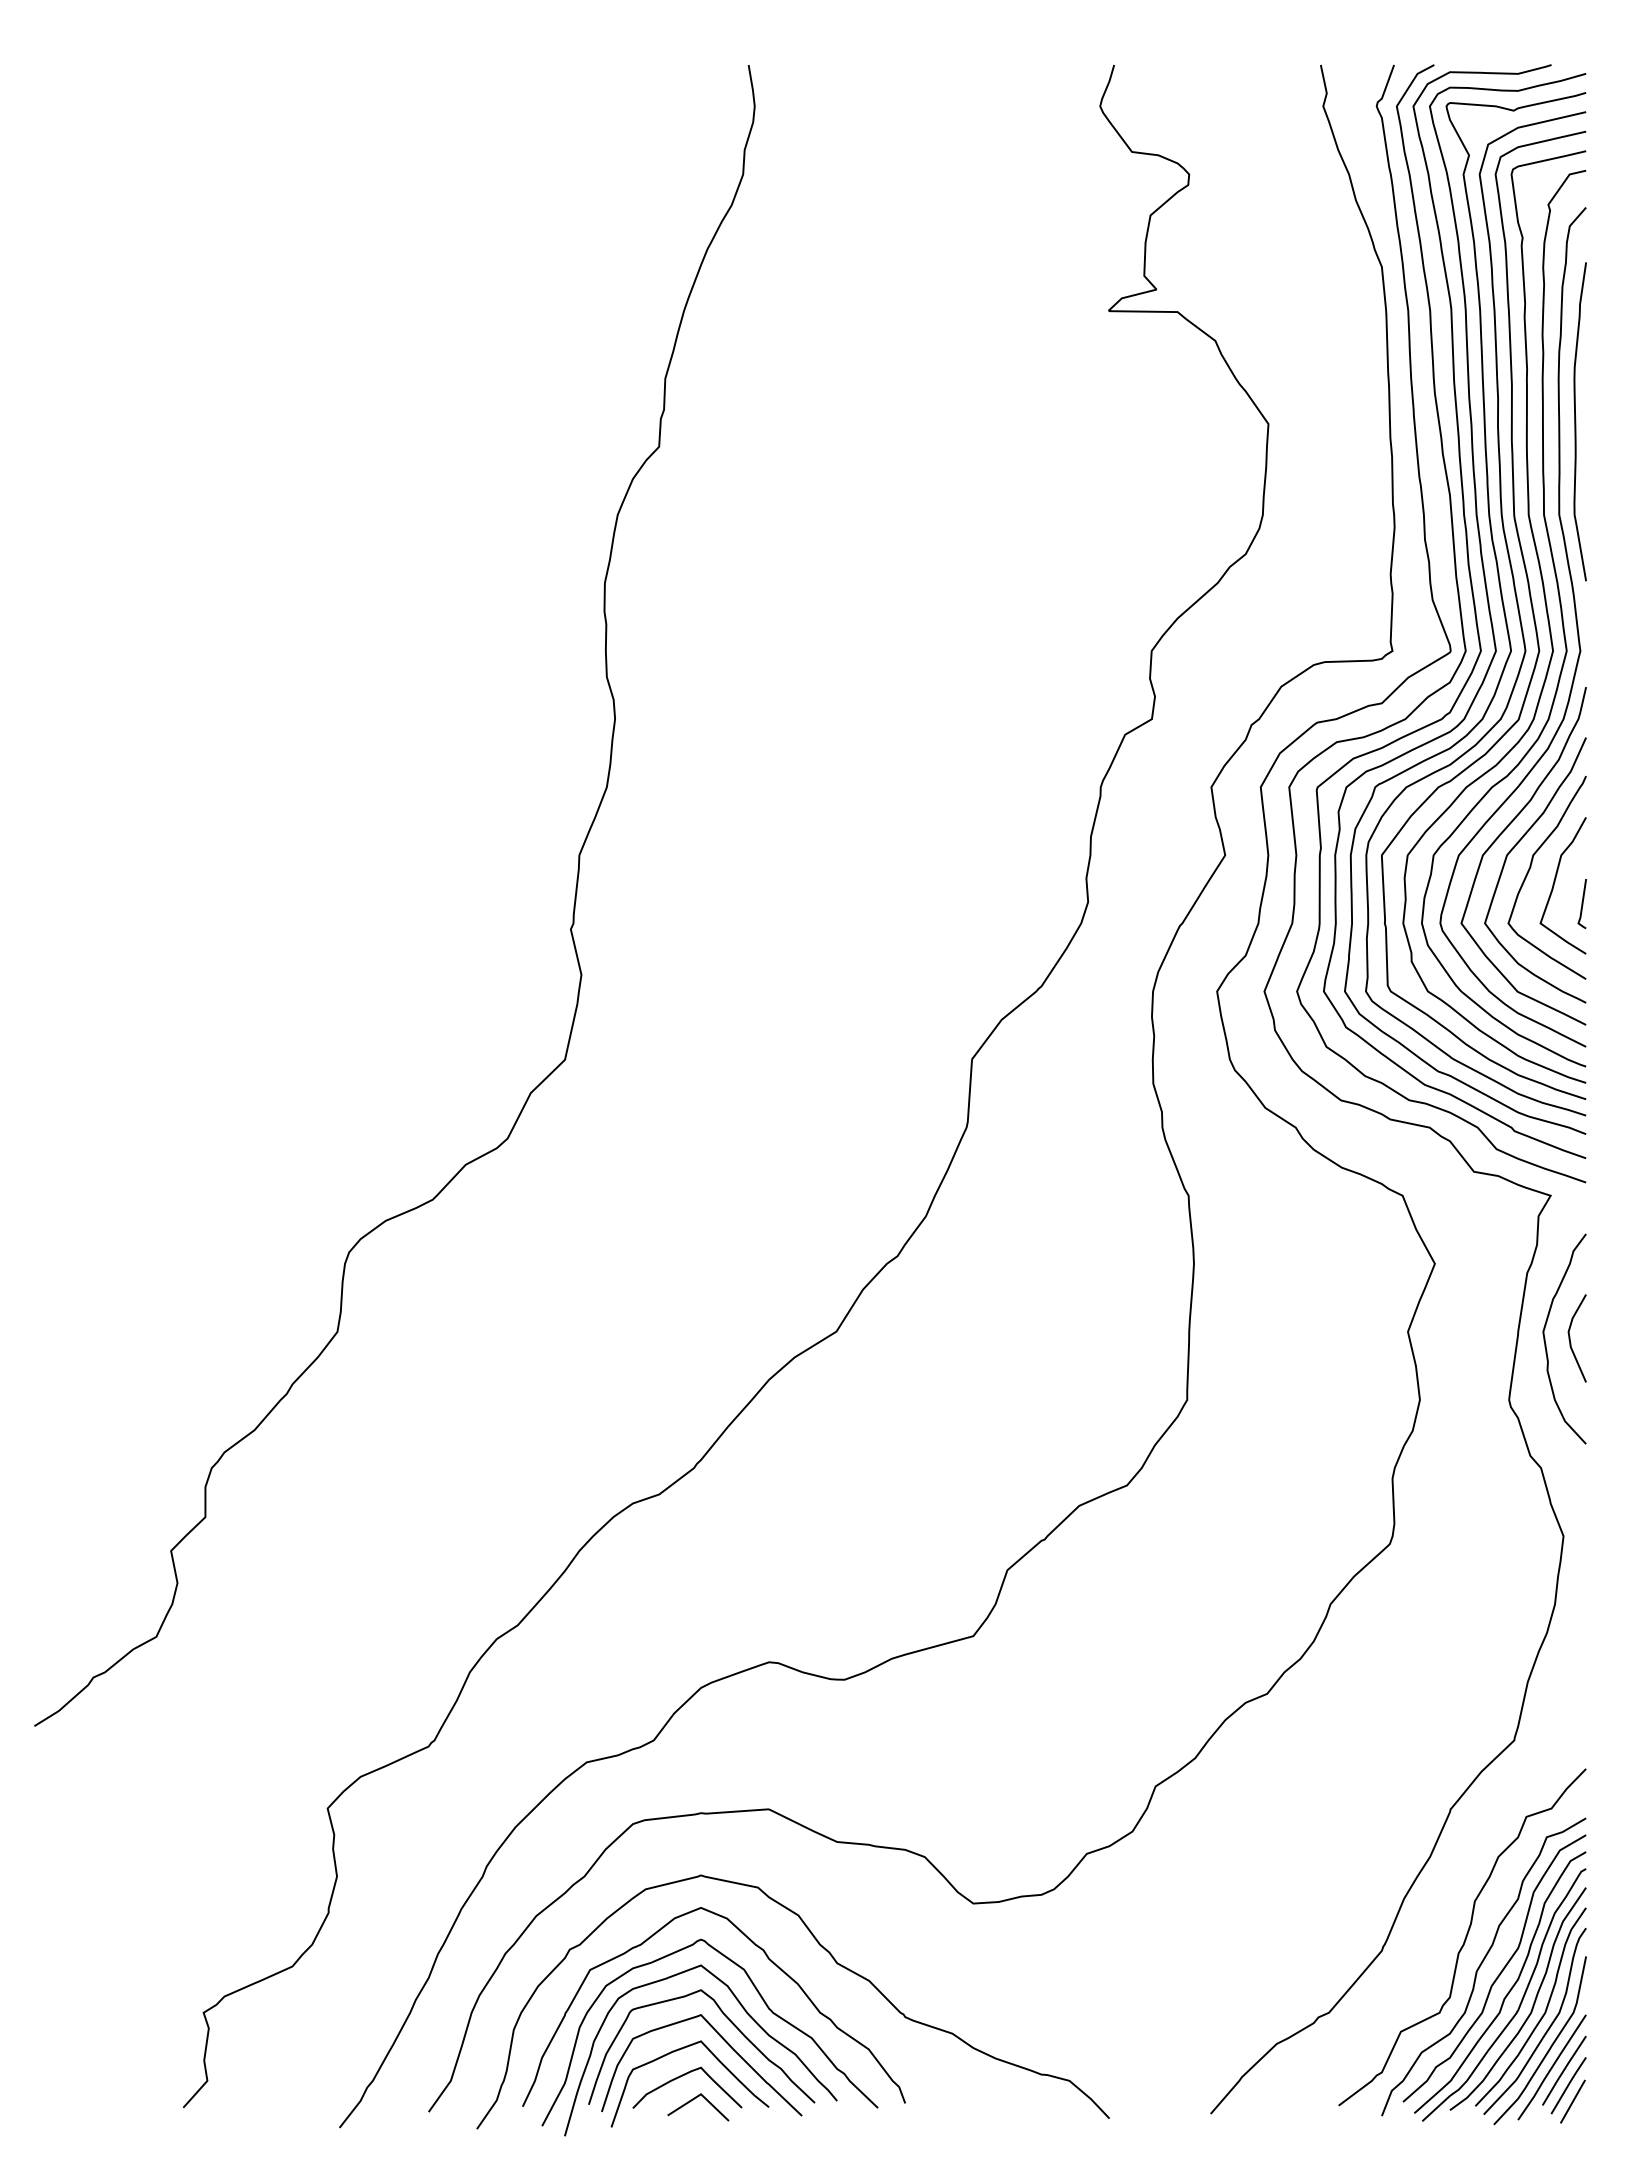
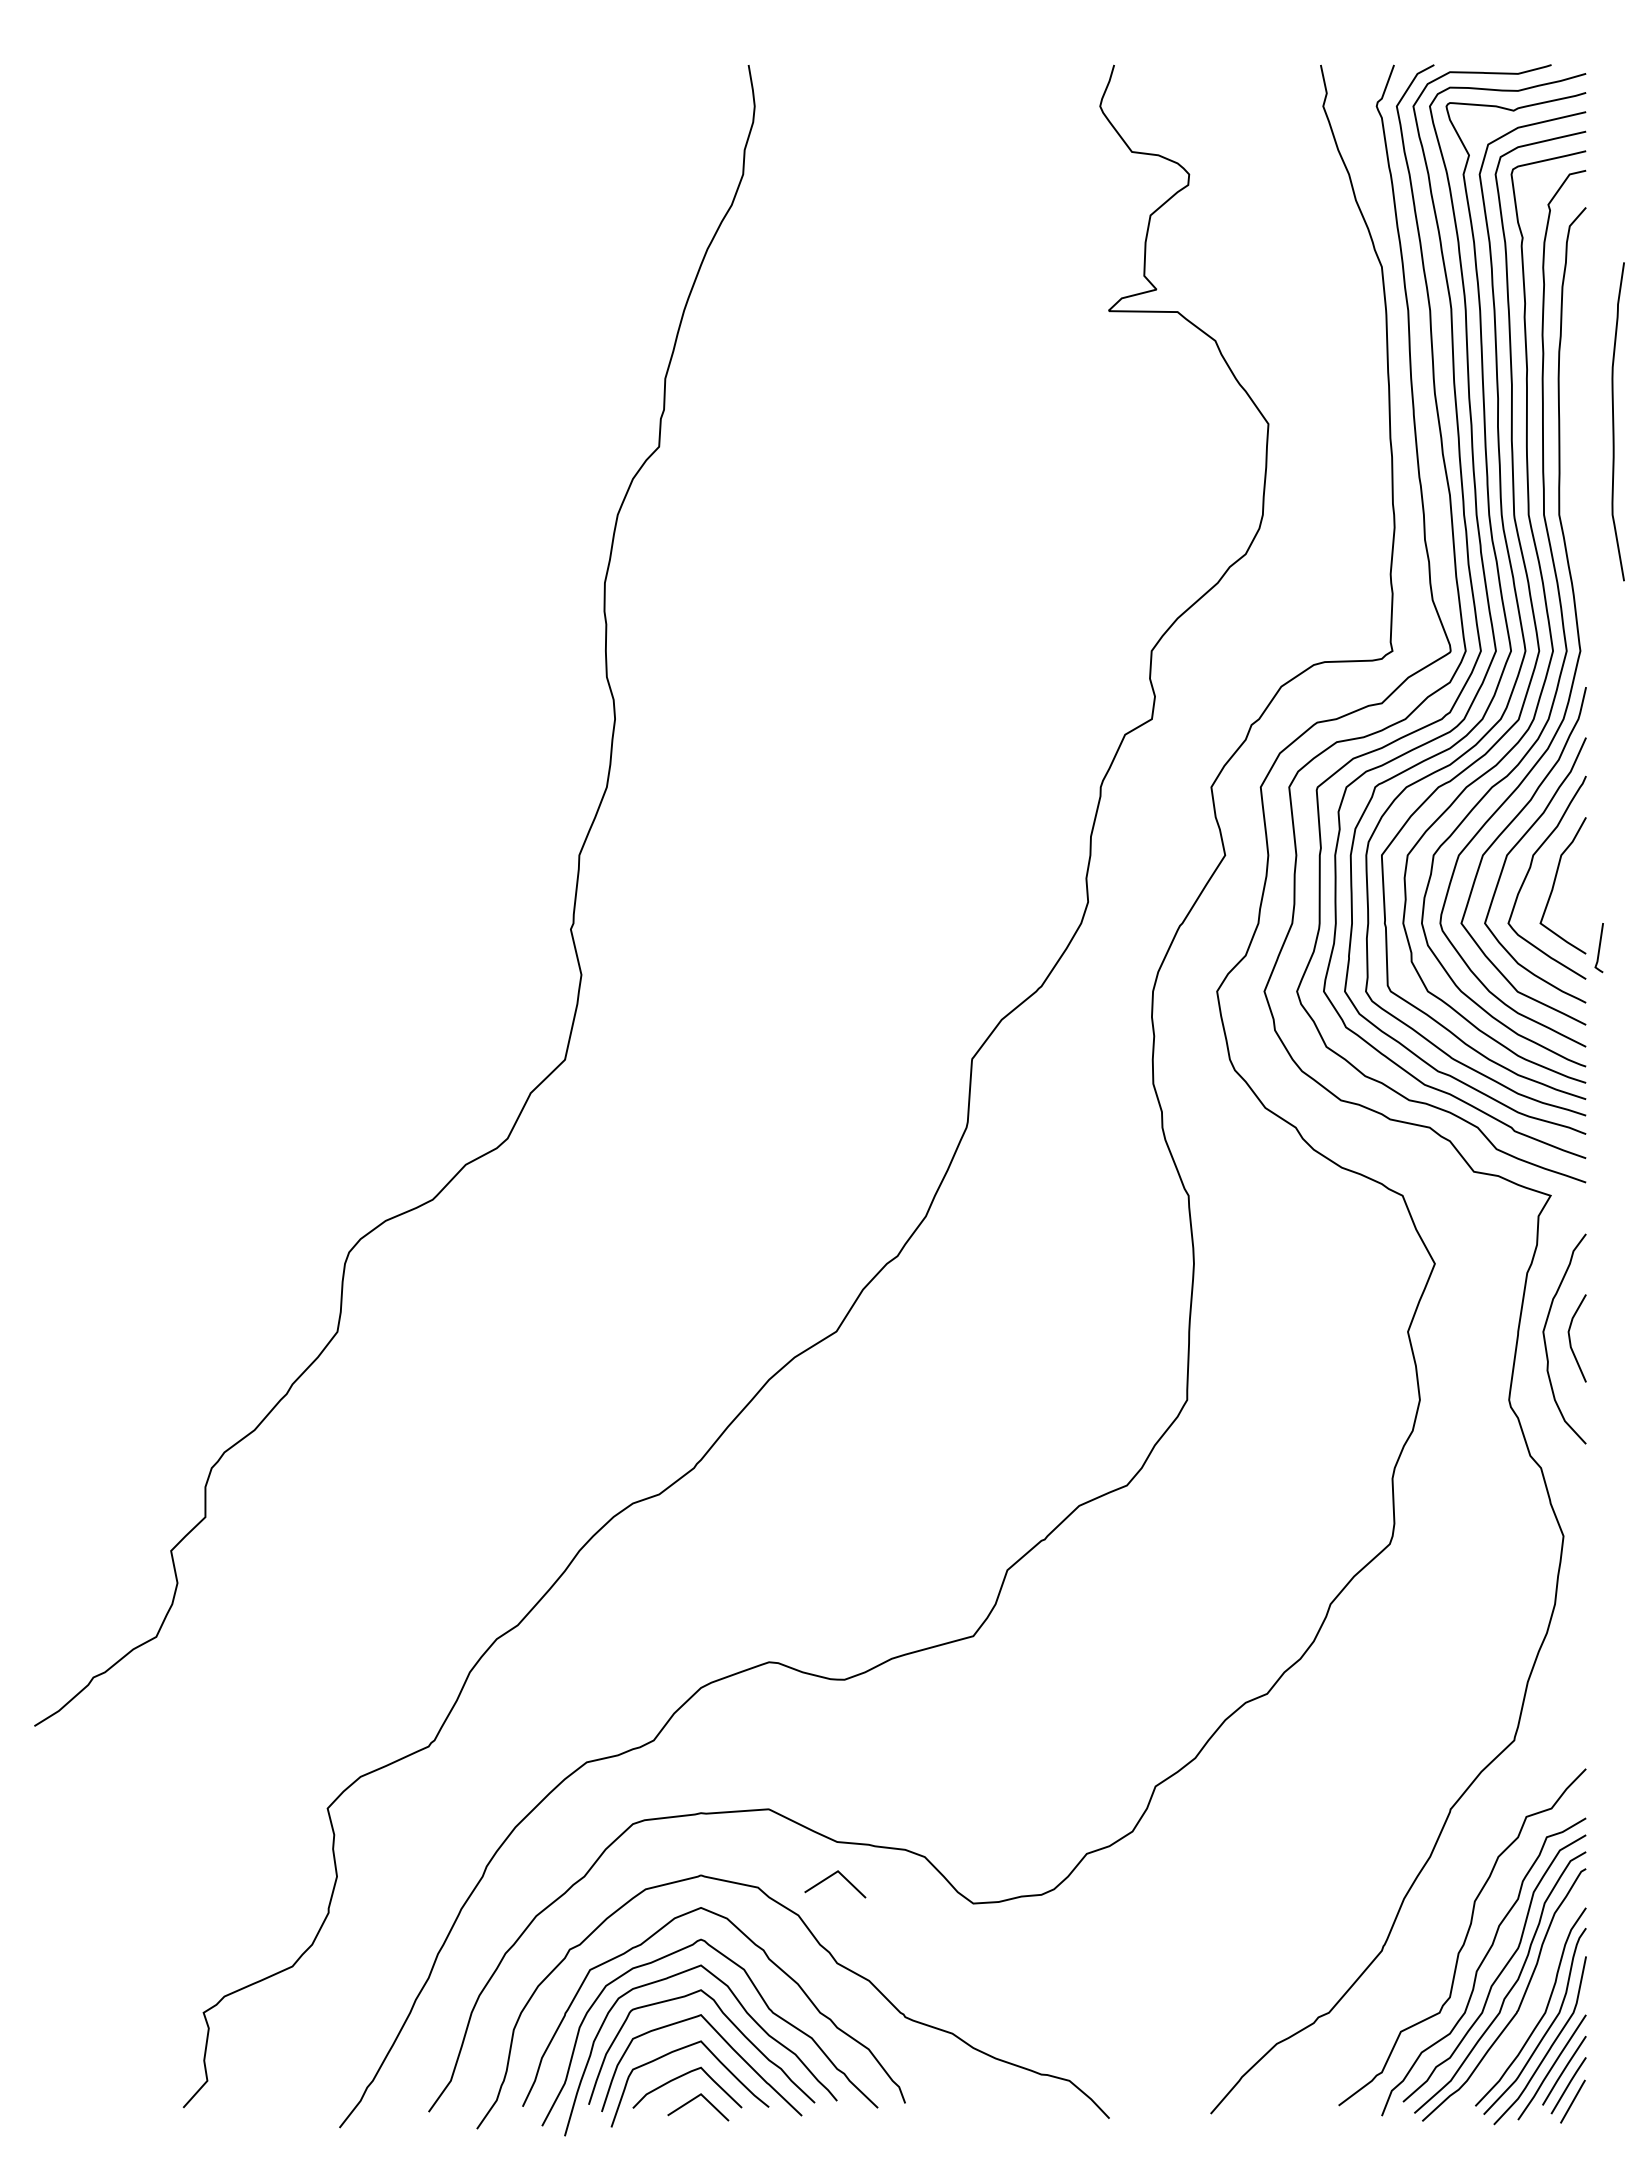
curve at (1576, 421) position: (1576, 421) -> (1614, 421)
line at (1581, 904) position: (1581, 904) -> (1598, 948)
line at (830, 1877): none -> present
curve at (1533, 2002): present -> none
